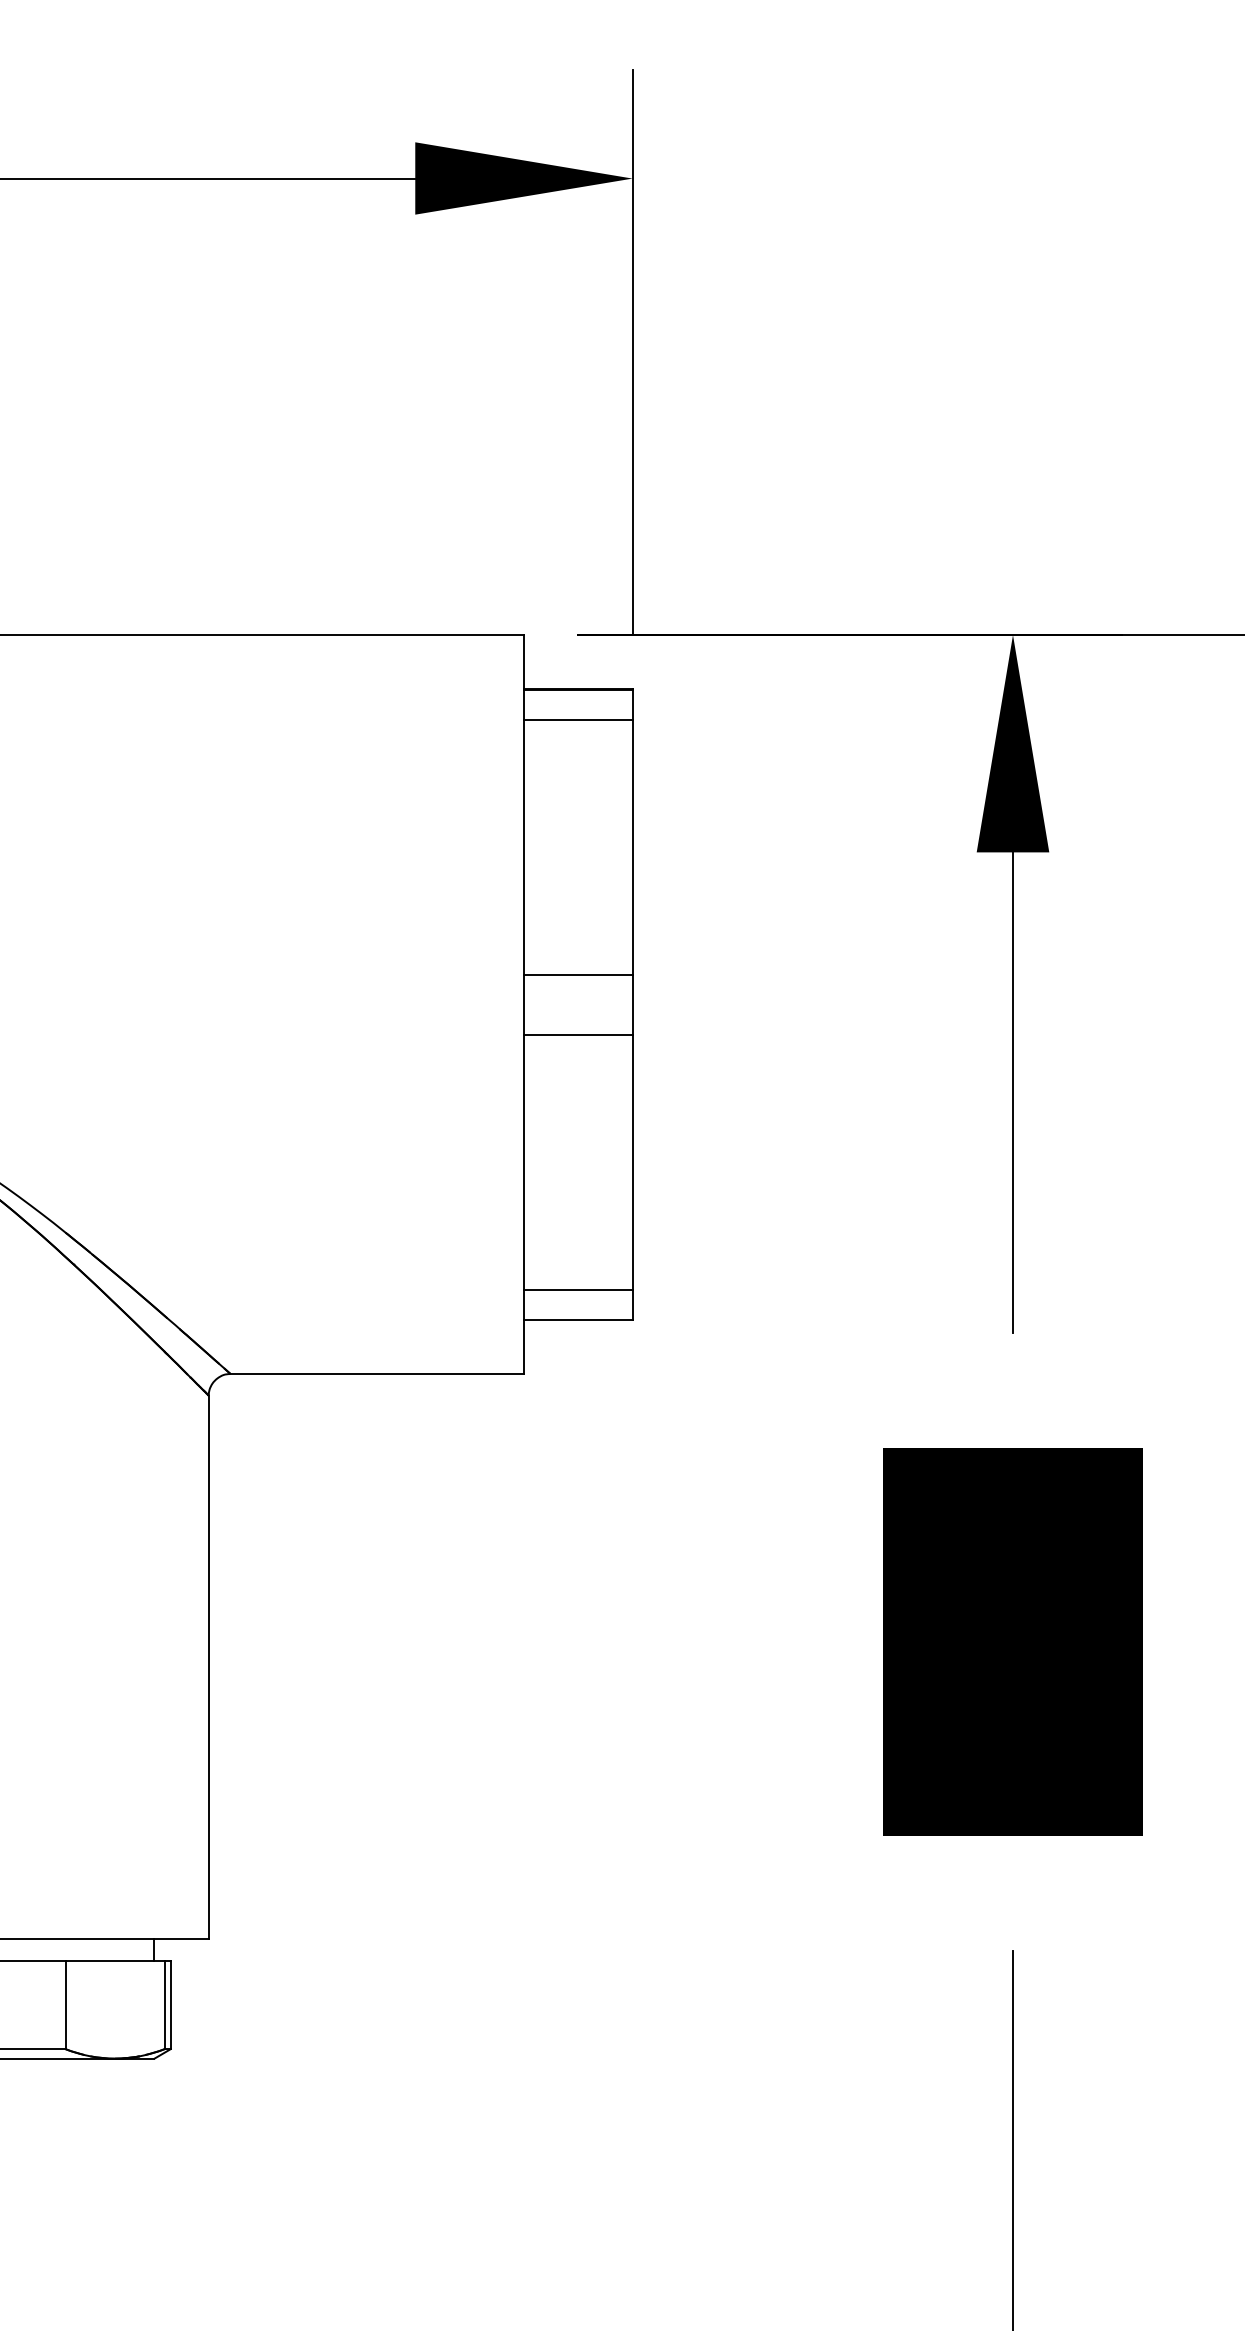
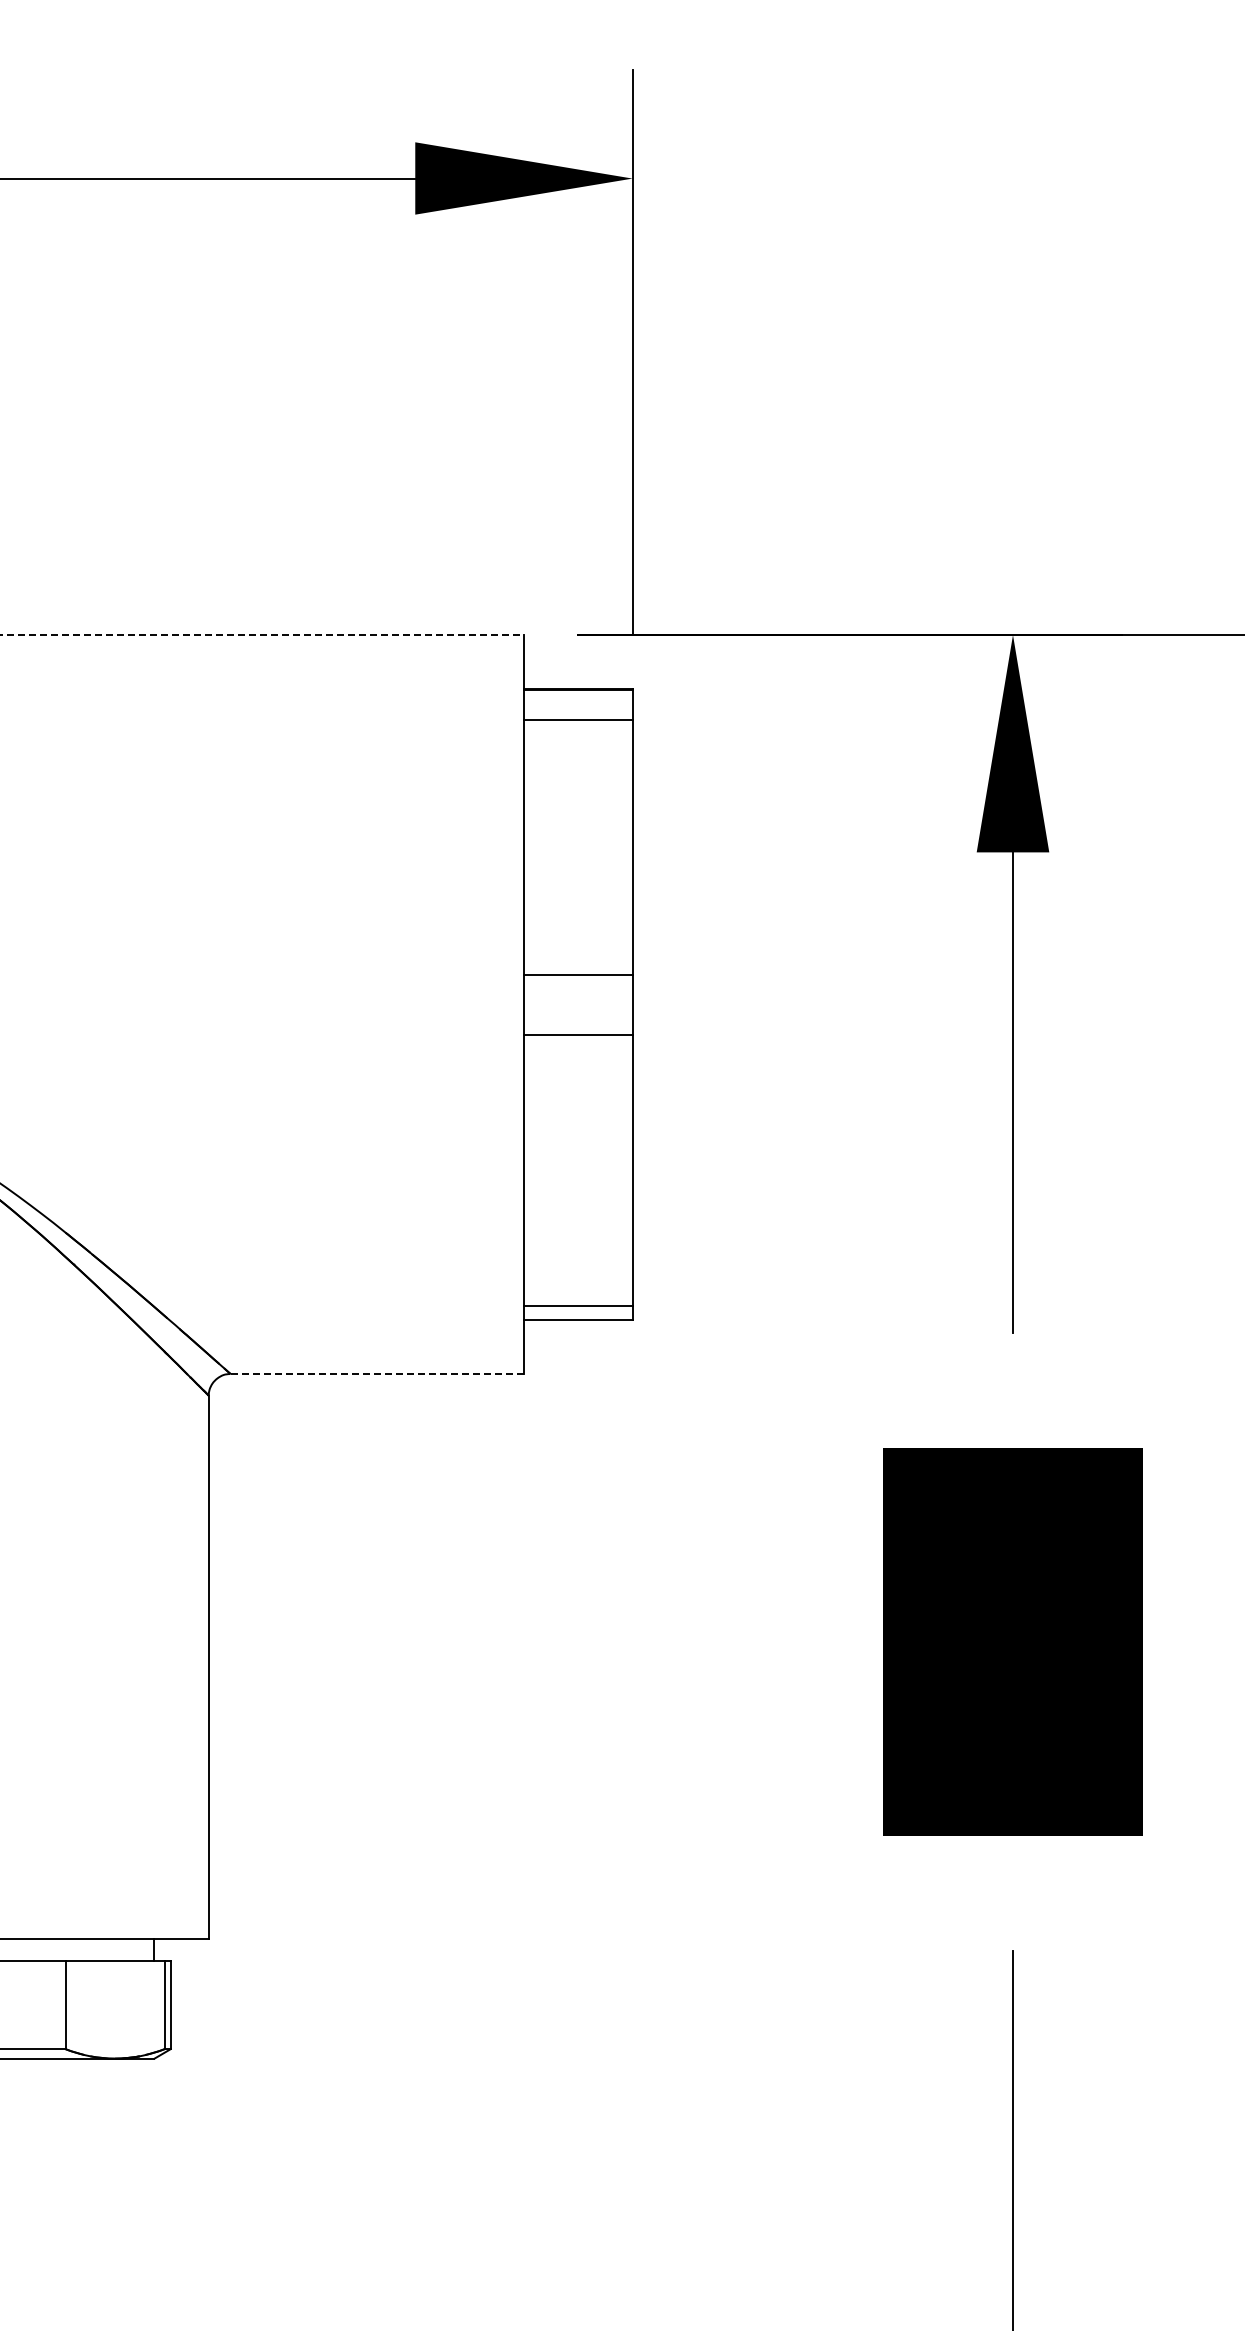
line at (262, 635): solid -> dashed
line at (577, 1289) position: (577, 1289) -> (577, 1305)
line at (377, 1374): solid -> dashed
